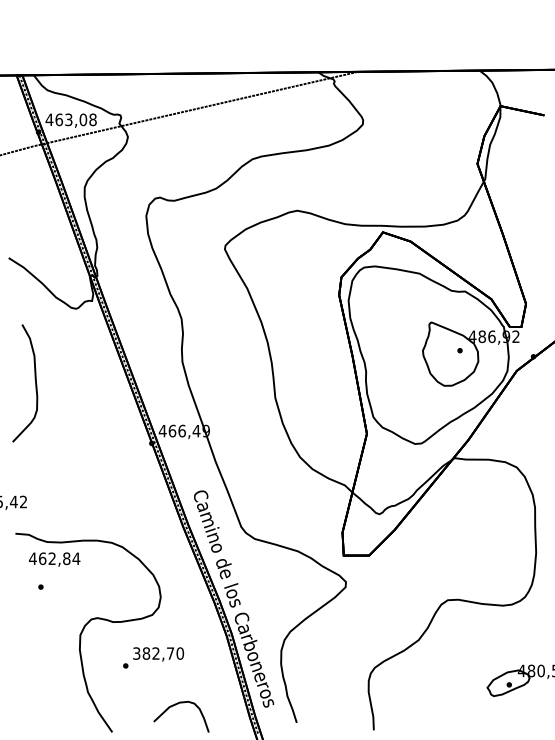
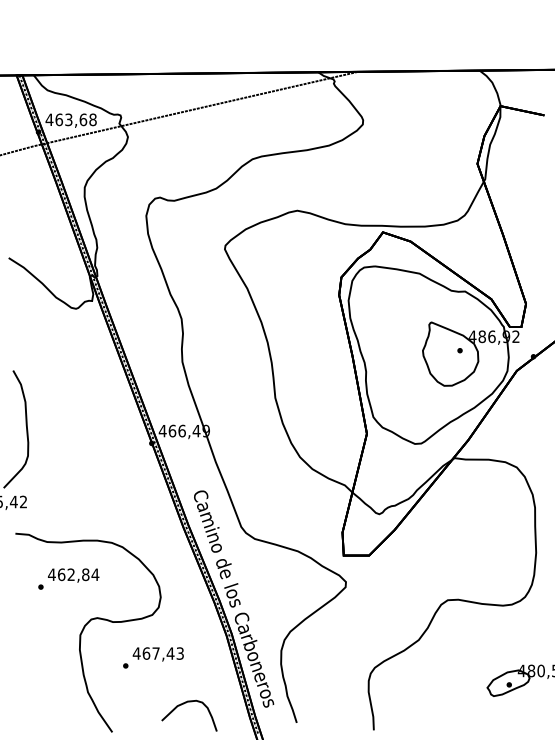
text at (83, 119): 463,08 -> 463,68
curve at (34, 379) position: (34, 379) -> (25, 425)
text at (54, 559) position: (54, 559) -> (73, 575)
text at (158, 653): 382,70 -> 467,43
curve at (178, 704) position: (178, 704) -> (186, 703)
